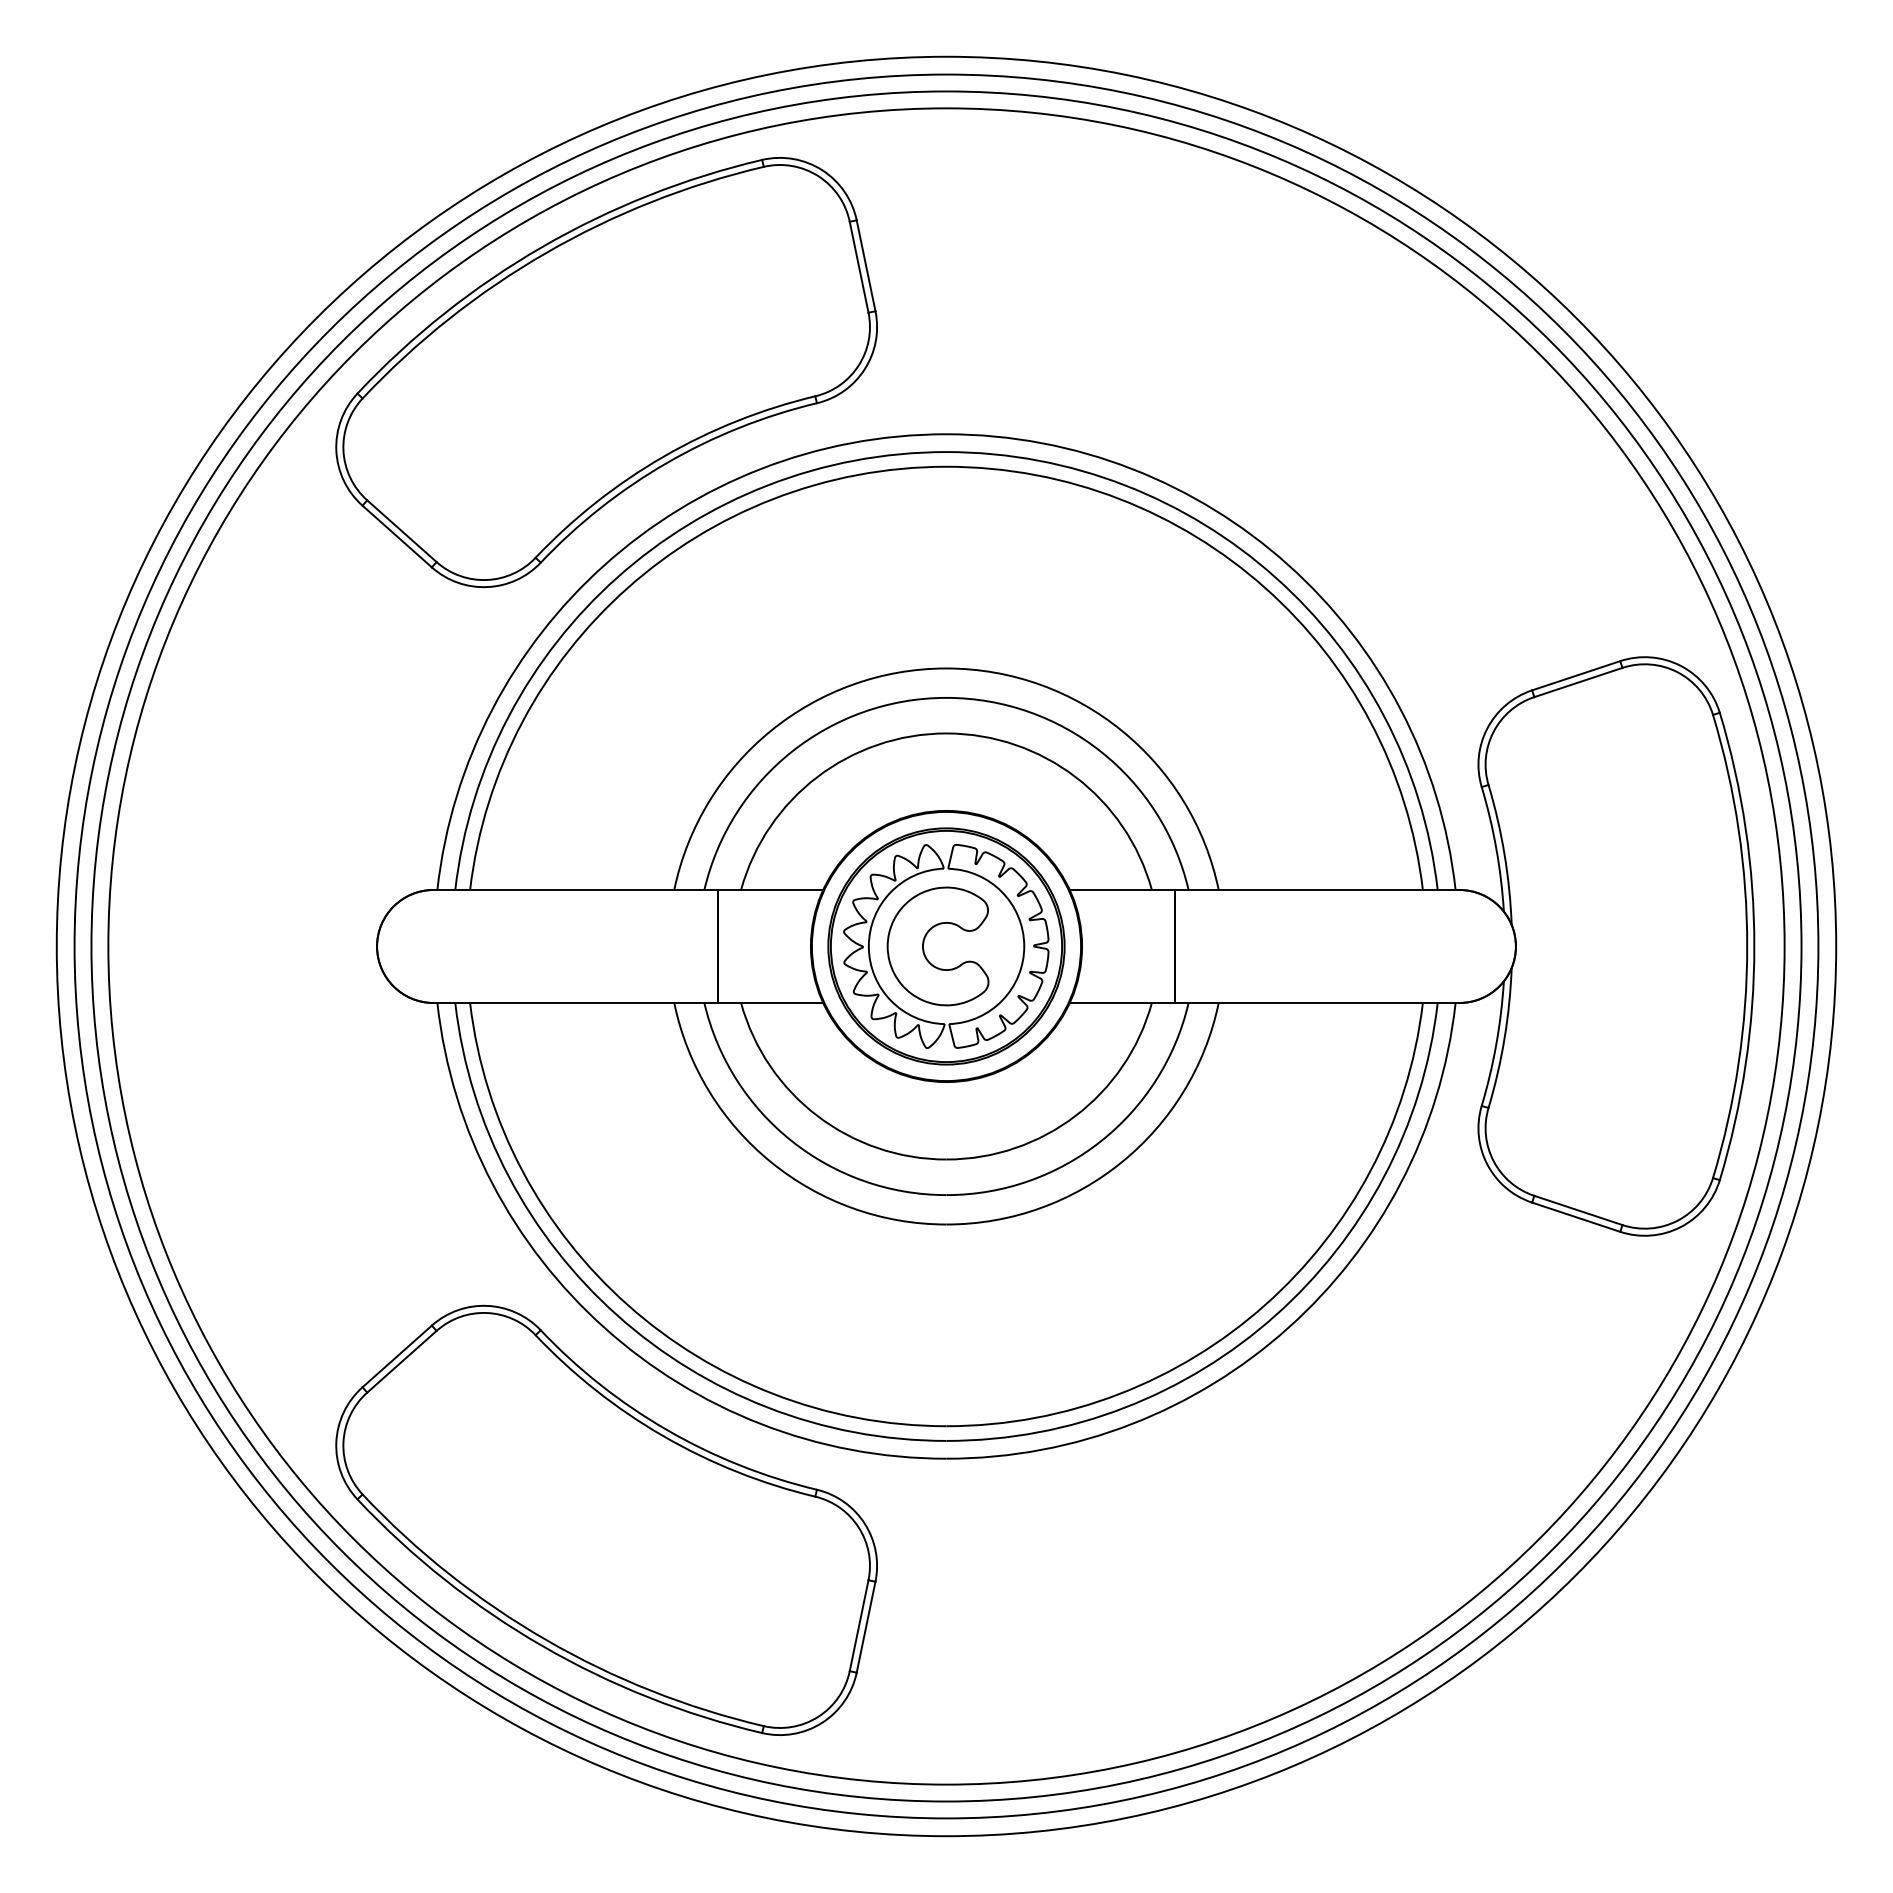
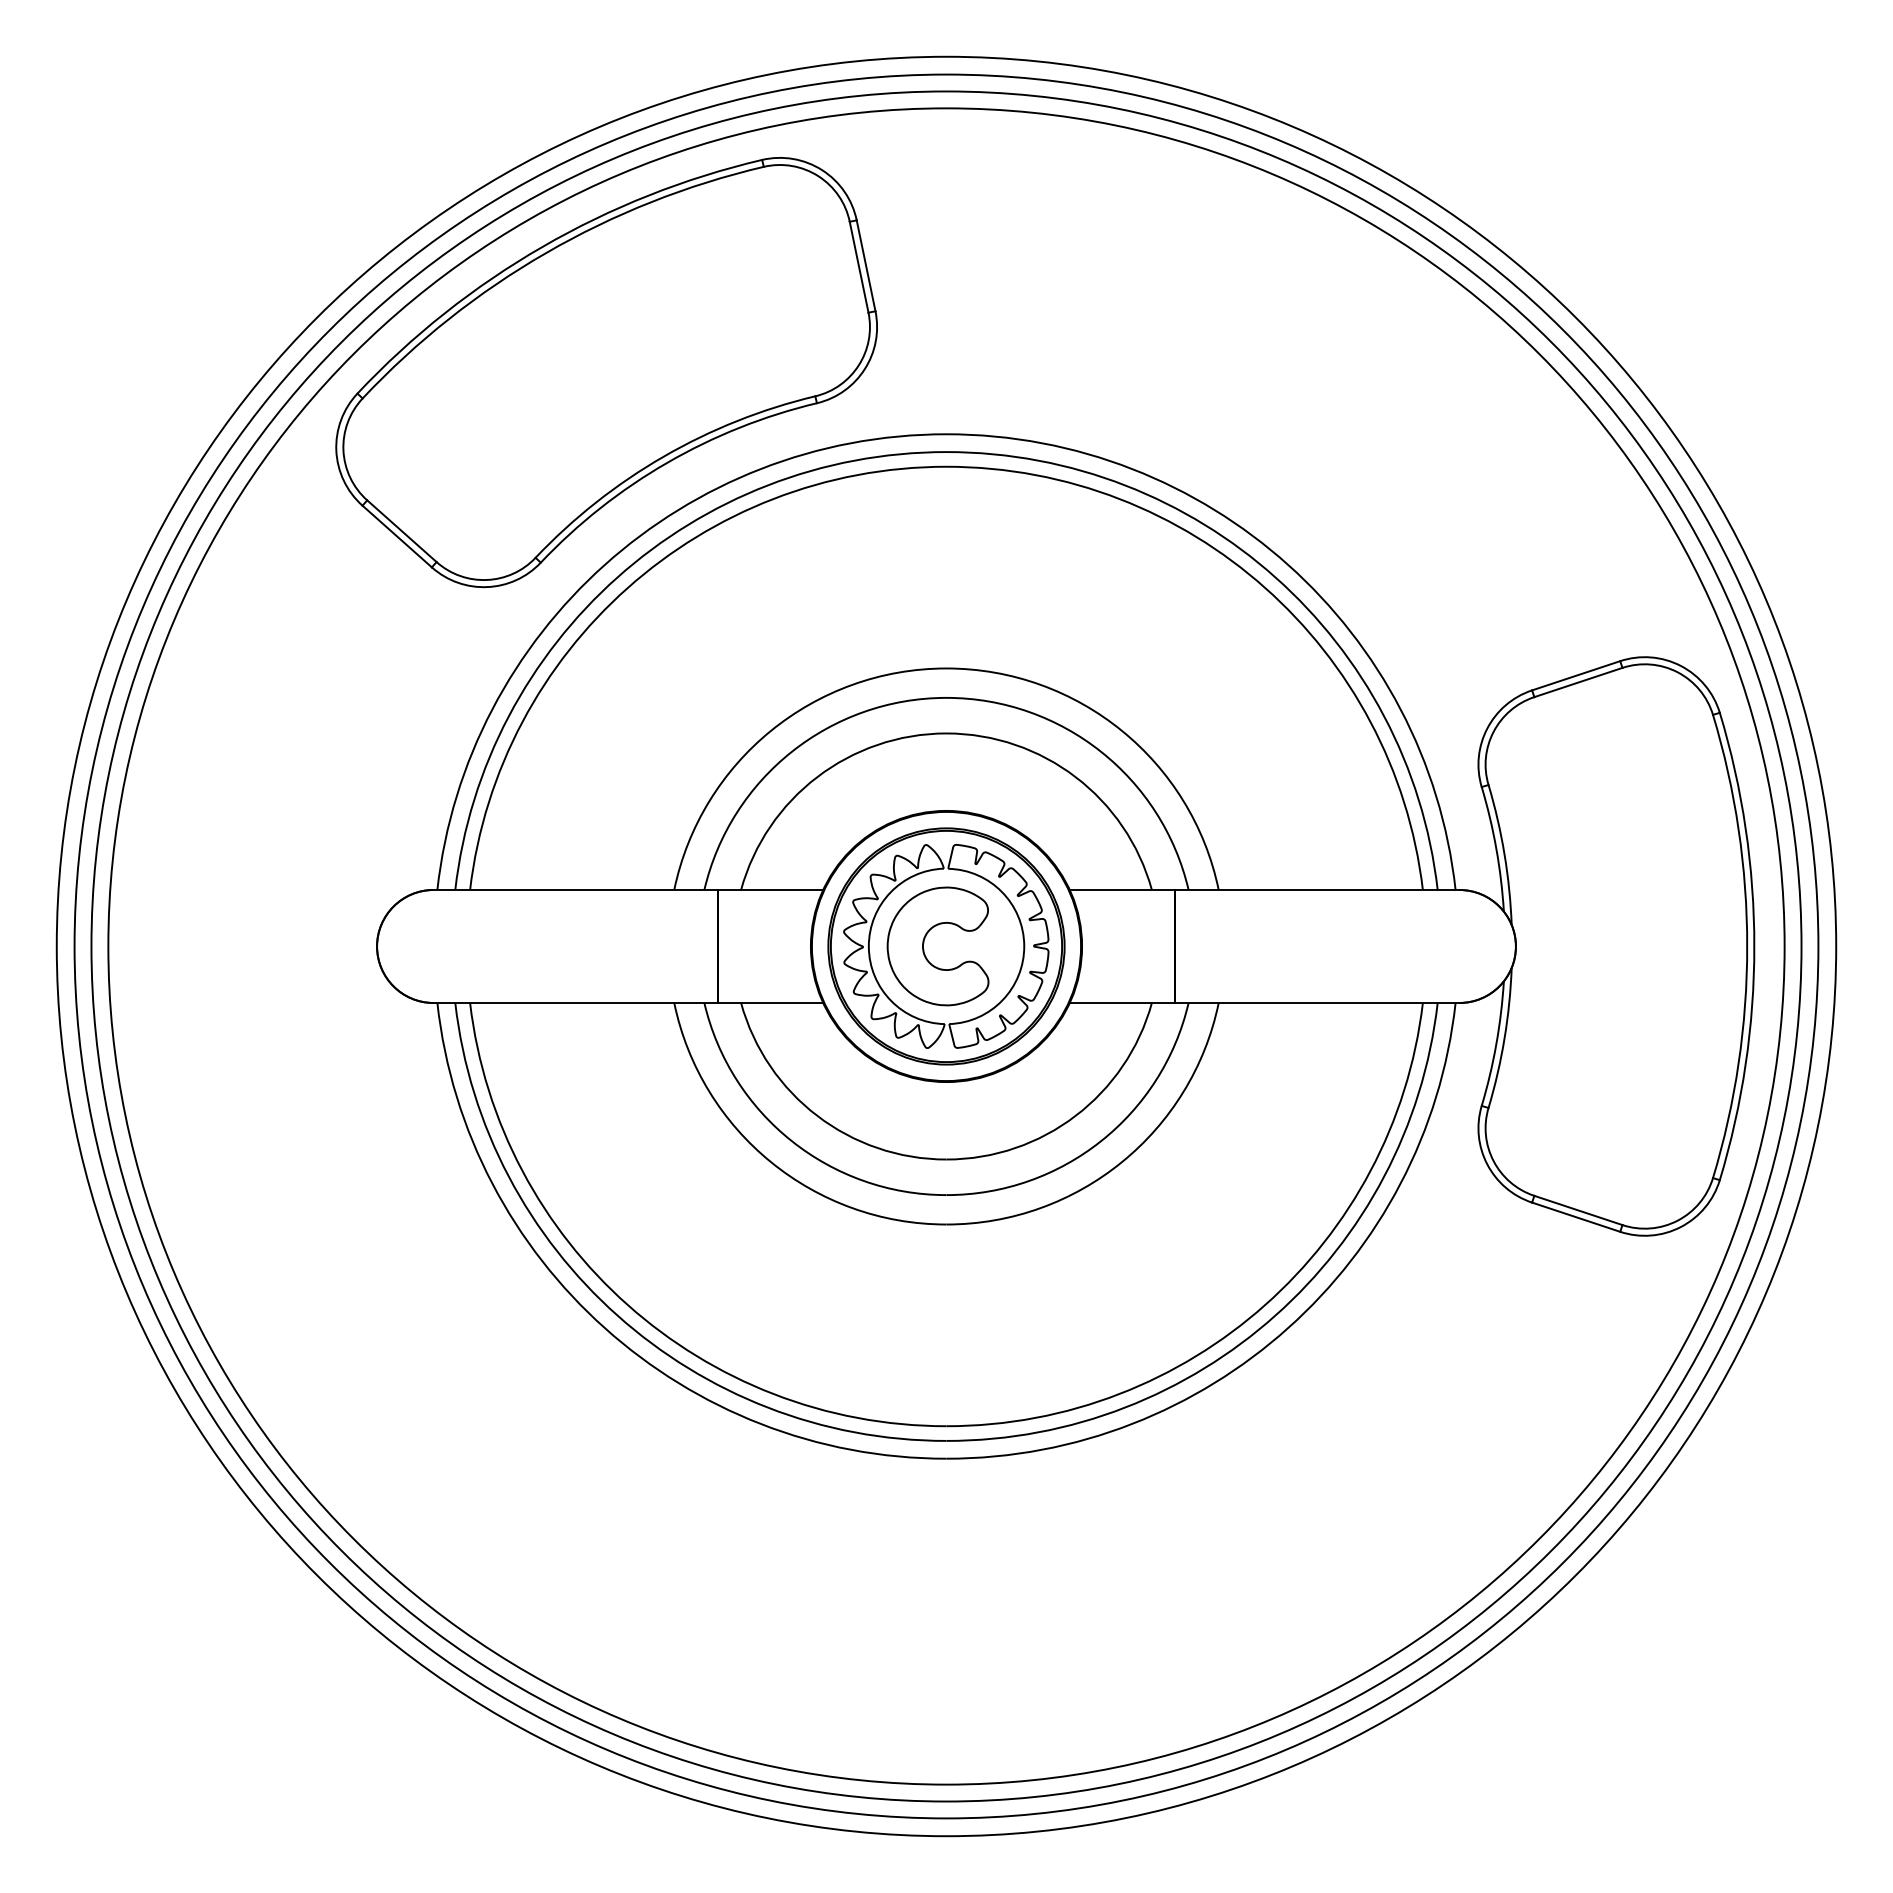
part at (606, 1519): present -> none
